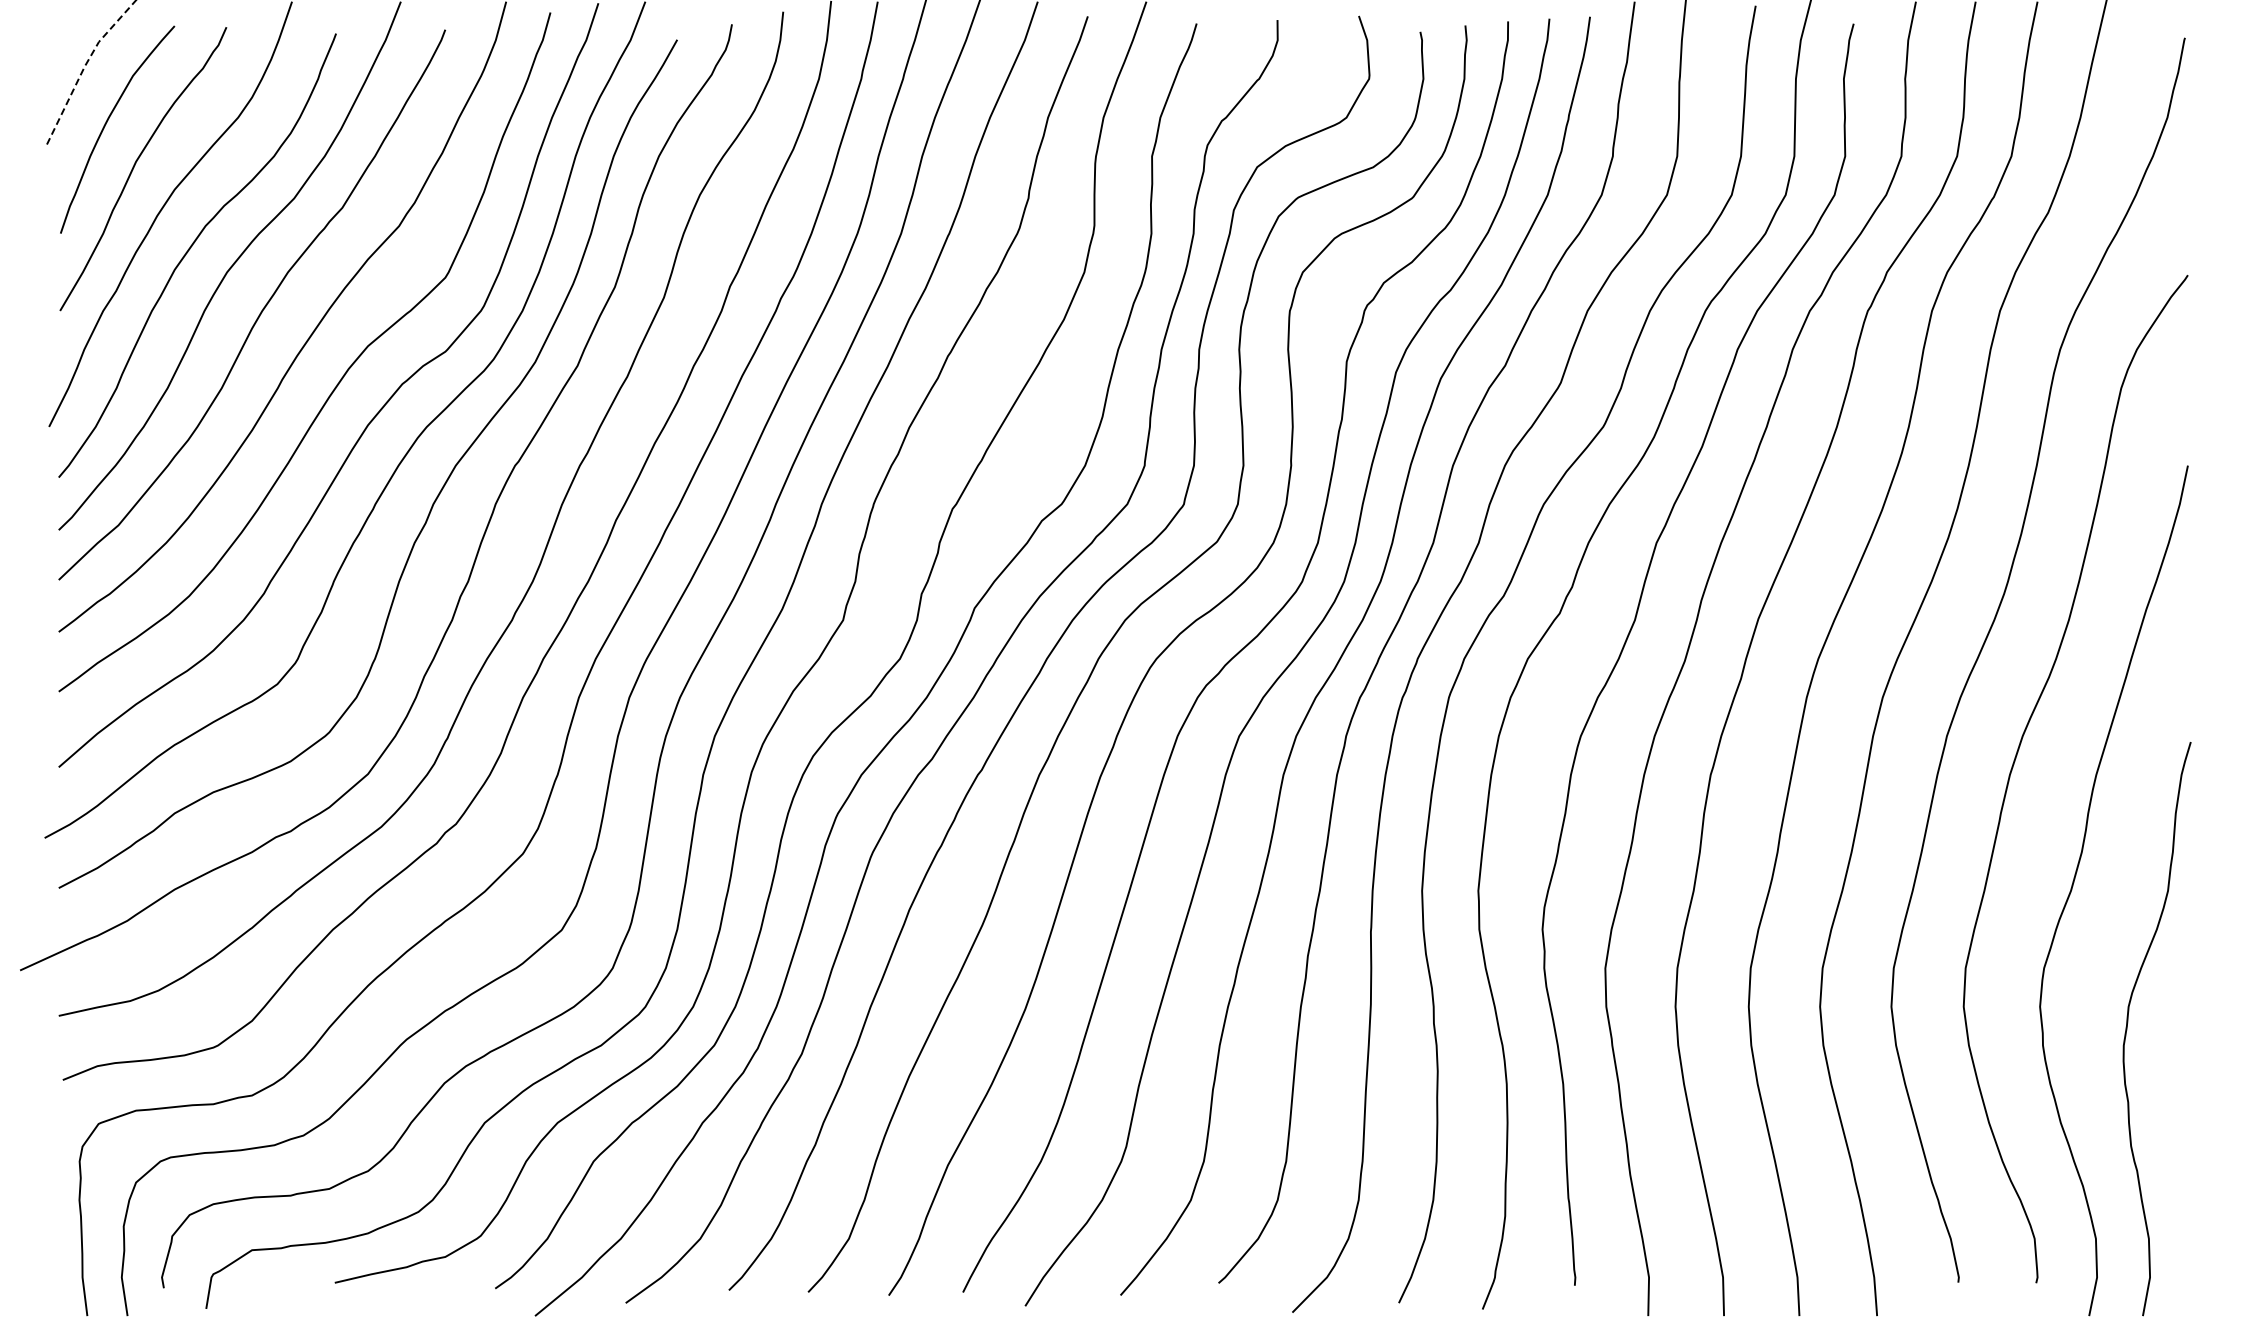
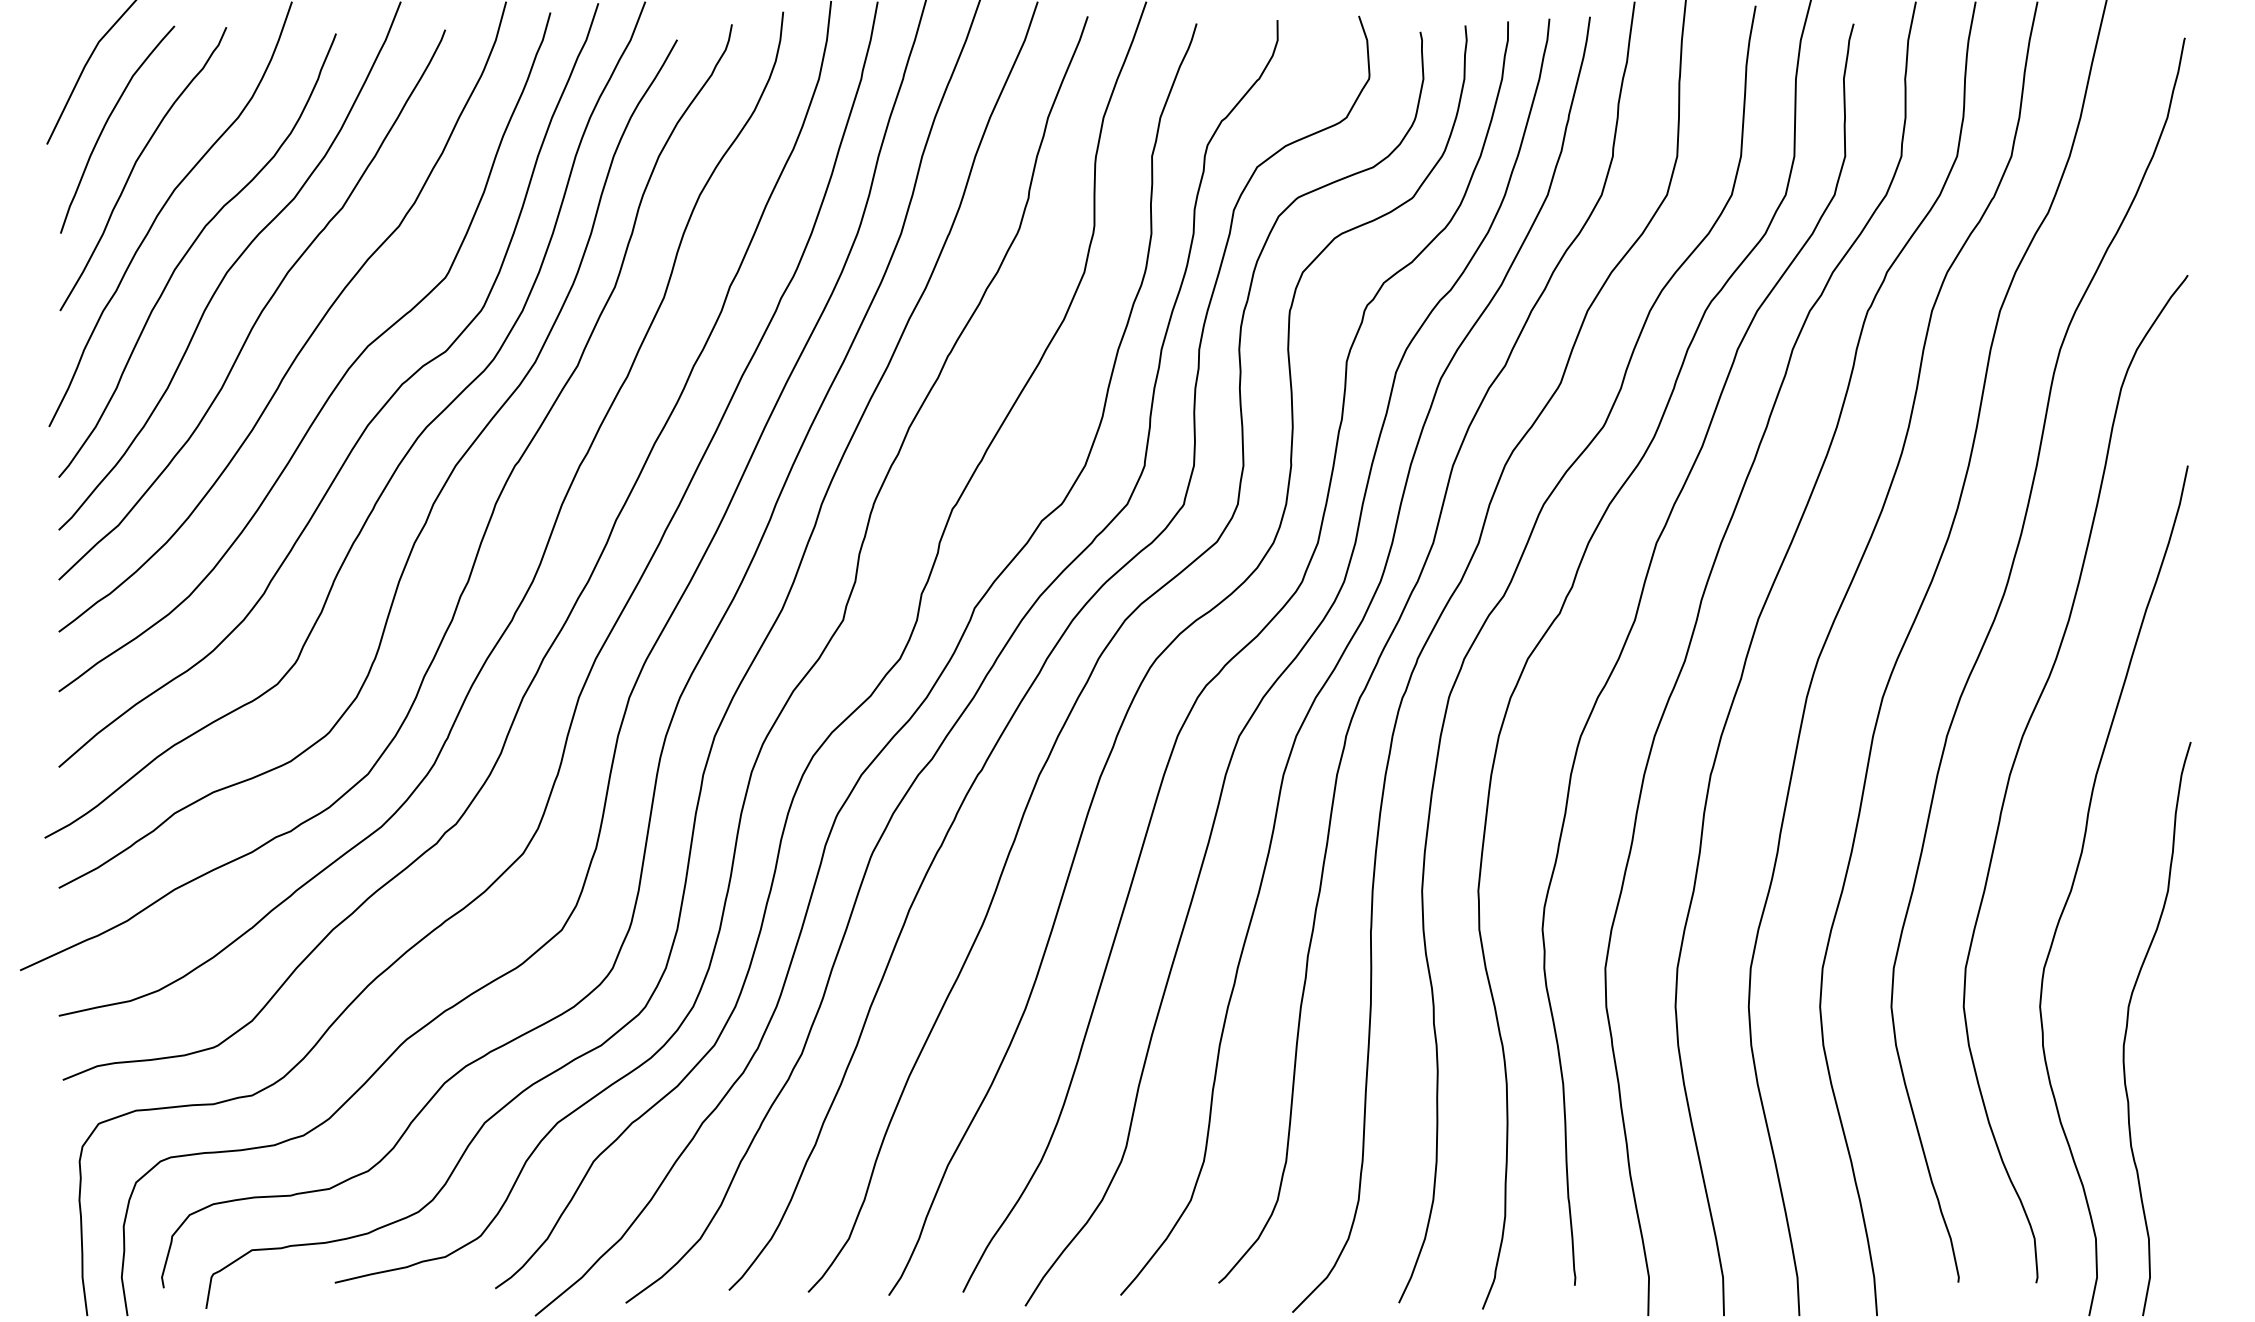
line at (84, 66): dashed -> solid
